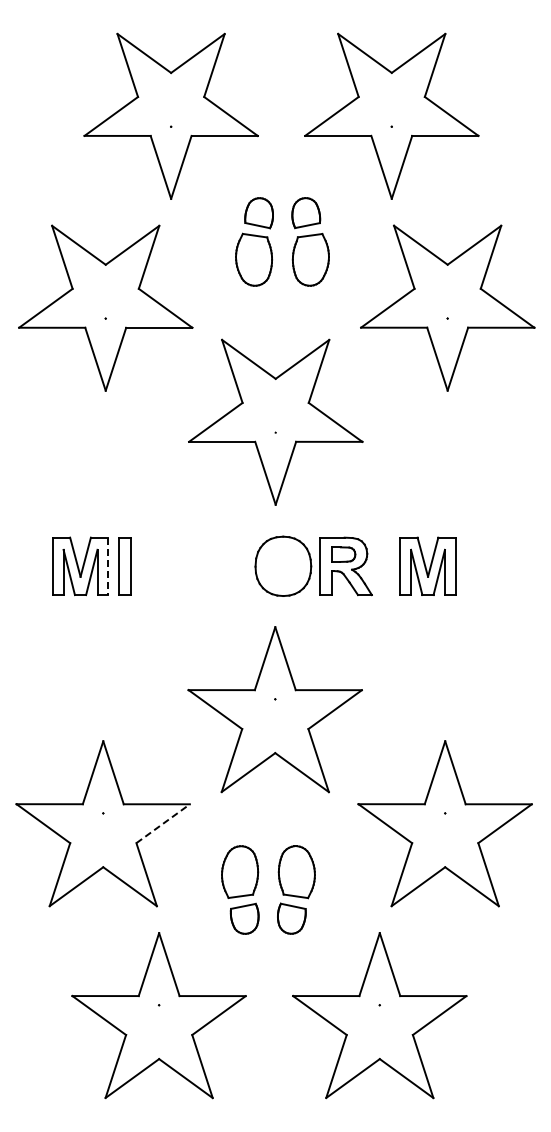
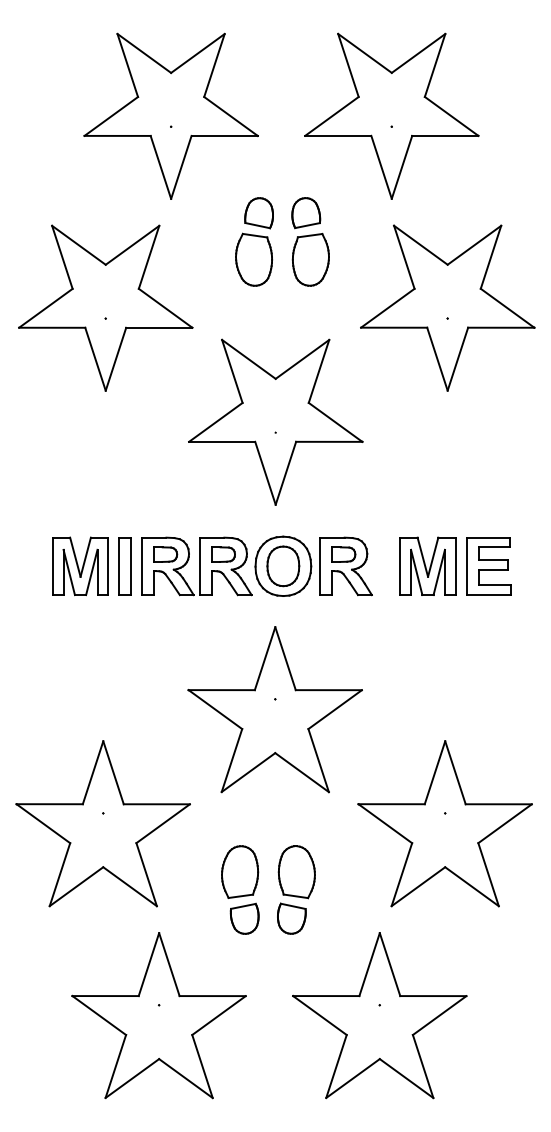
line at (108, 566): dashed -> solid
part at (196, 566): none -> present
part at (283, 566): none -> present
part at (488, 566): none -> present
line at (163, 823): dashed -> solid
